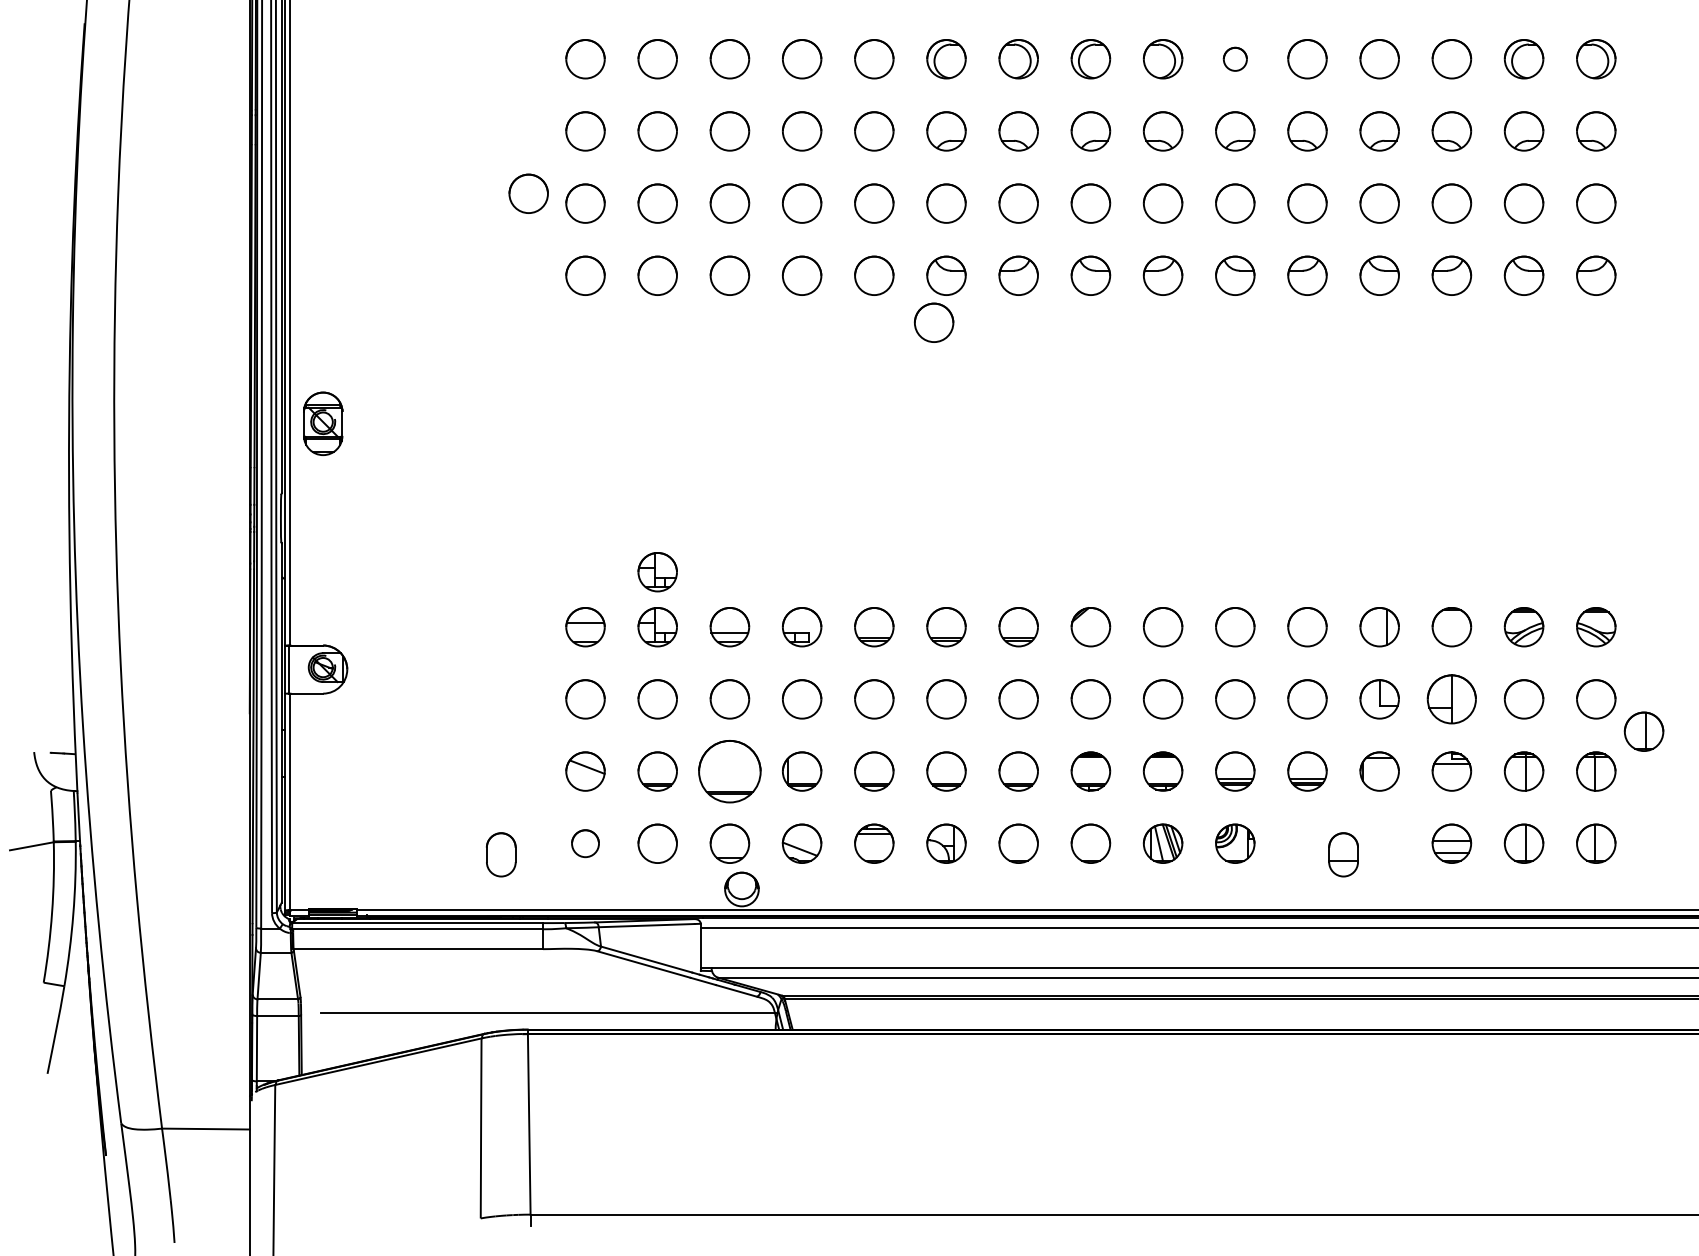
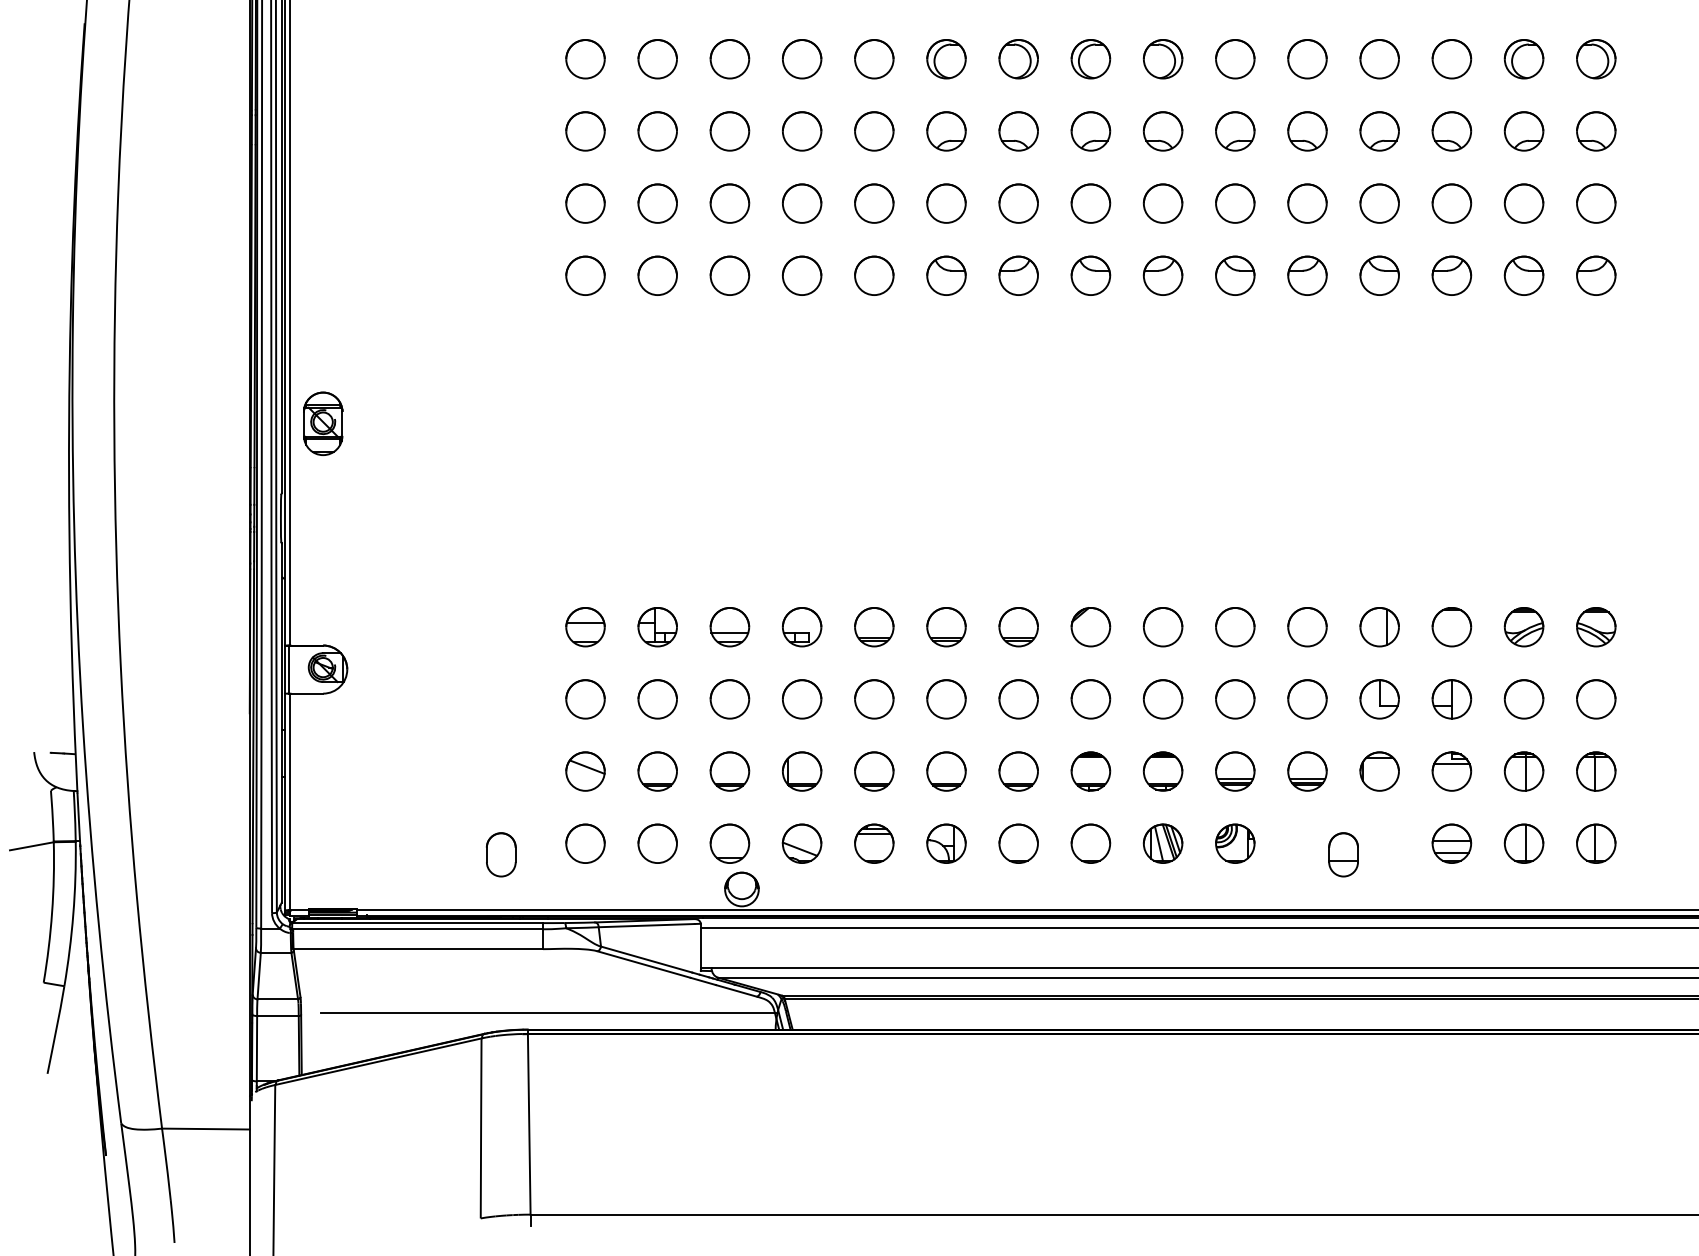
part at (1234, 58) size: 26x26 px -> 41x41 px
part at (528, 193): present -> none
part at (933, 322): present -> none
part at (657, 572): present -> none
part at (1451, 699) size: 51x51 px -> 42x41 px
part at (1643, 731): present -> none
part at (729, 771) size: 64x64 px -> 42x41 px
part at (585, 843) size: 29x30 px -> 41x41 px
